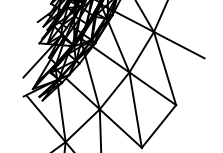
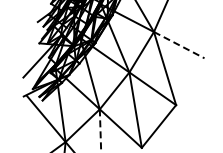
line at (179, 45): solid -> dashed
line at (100, 131): solid -> dashed
